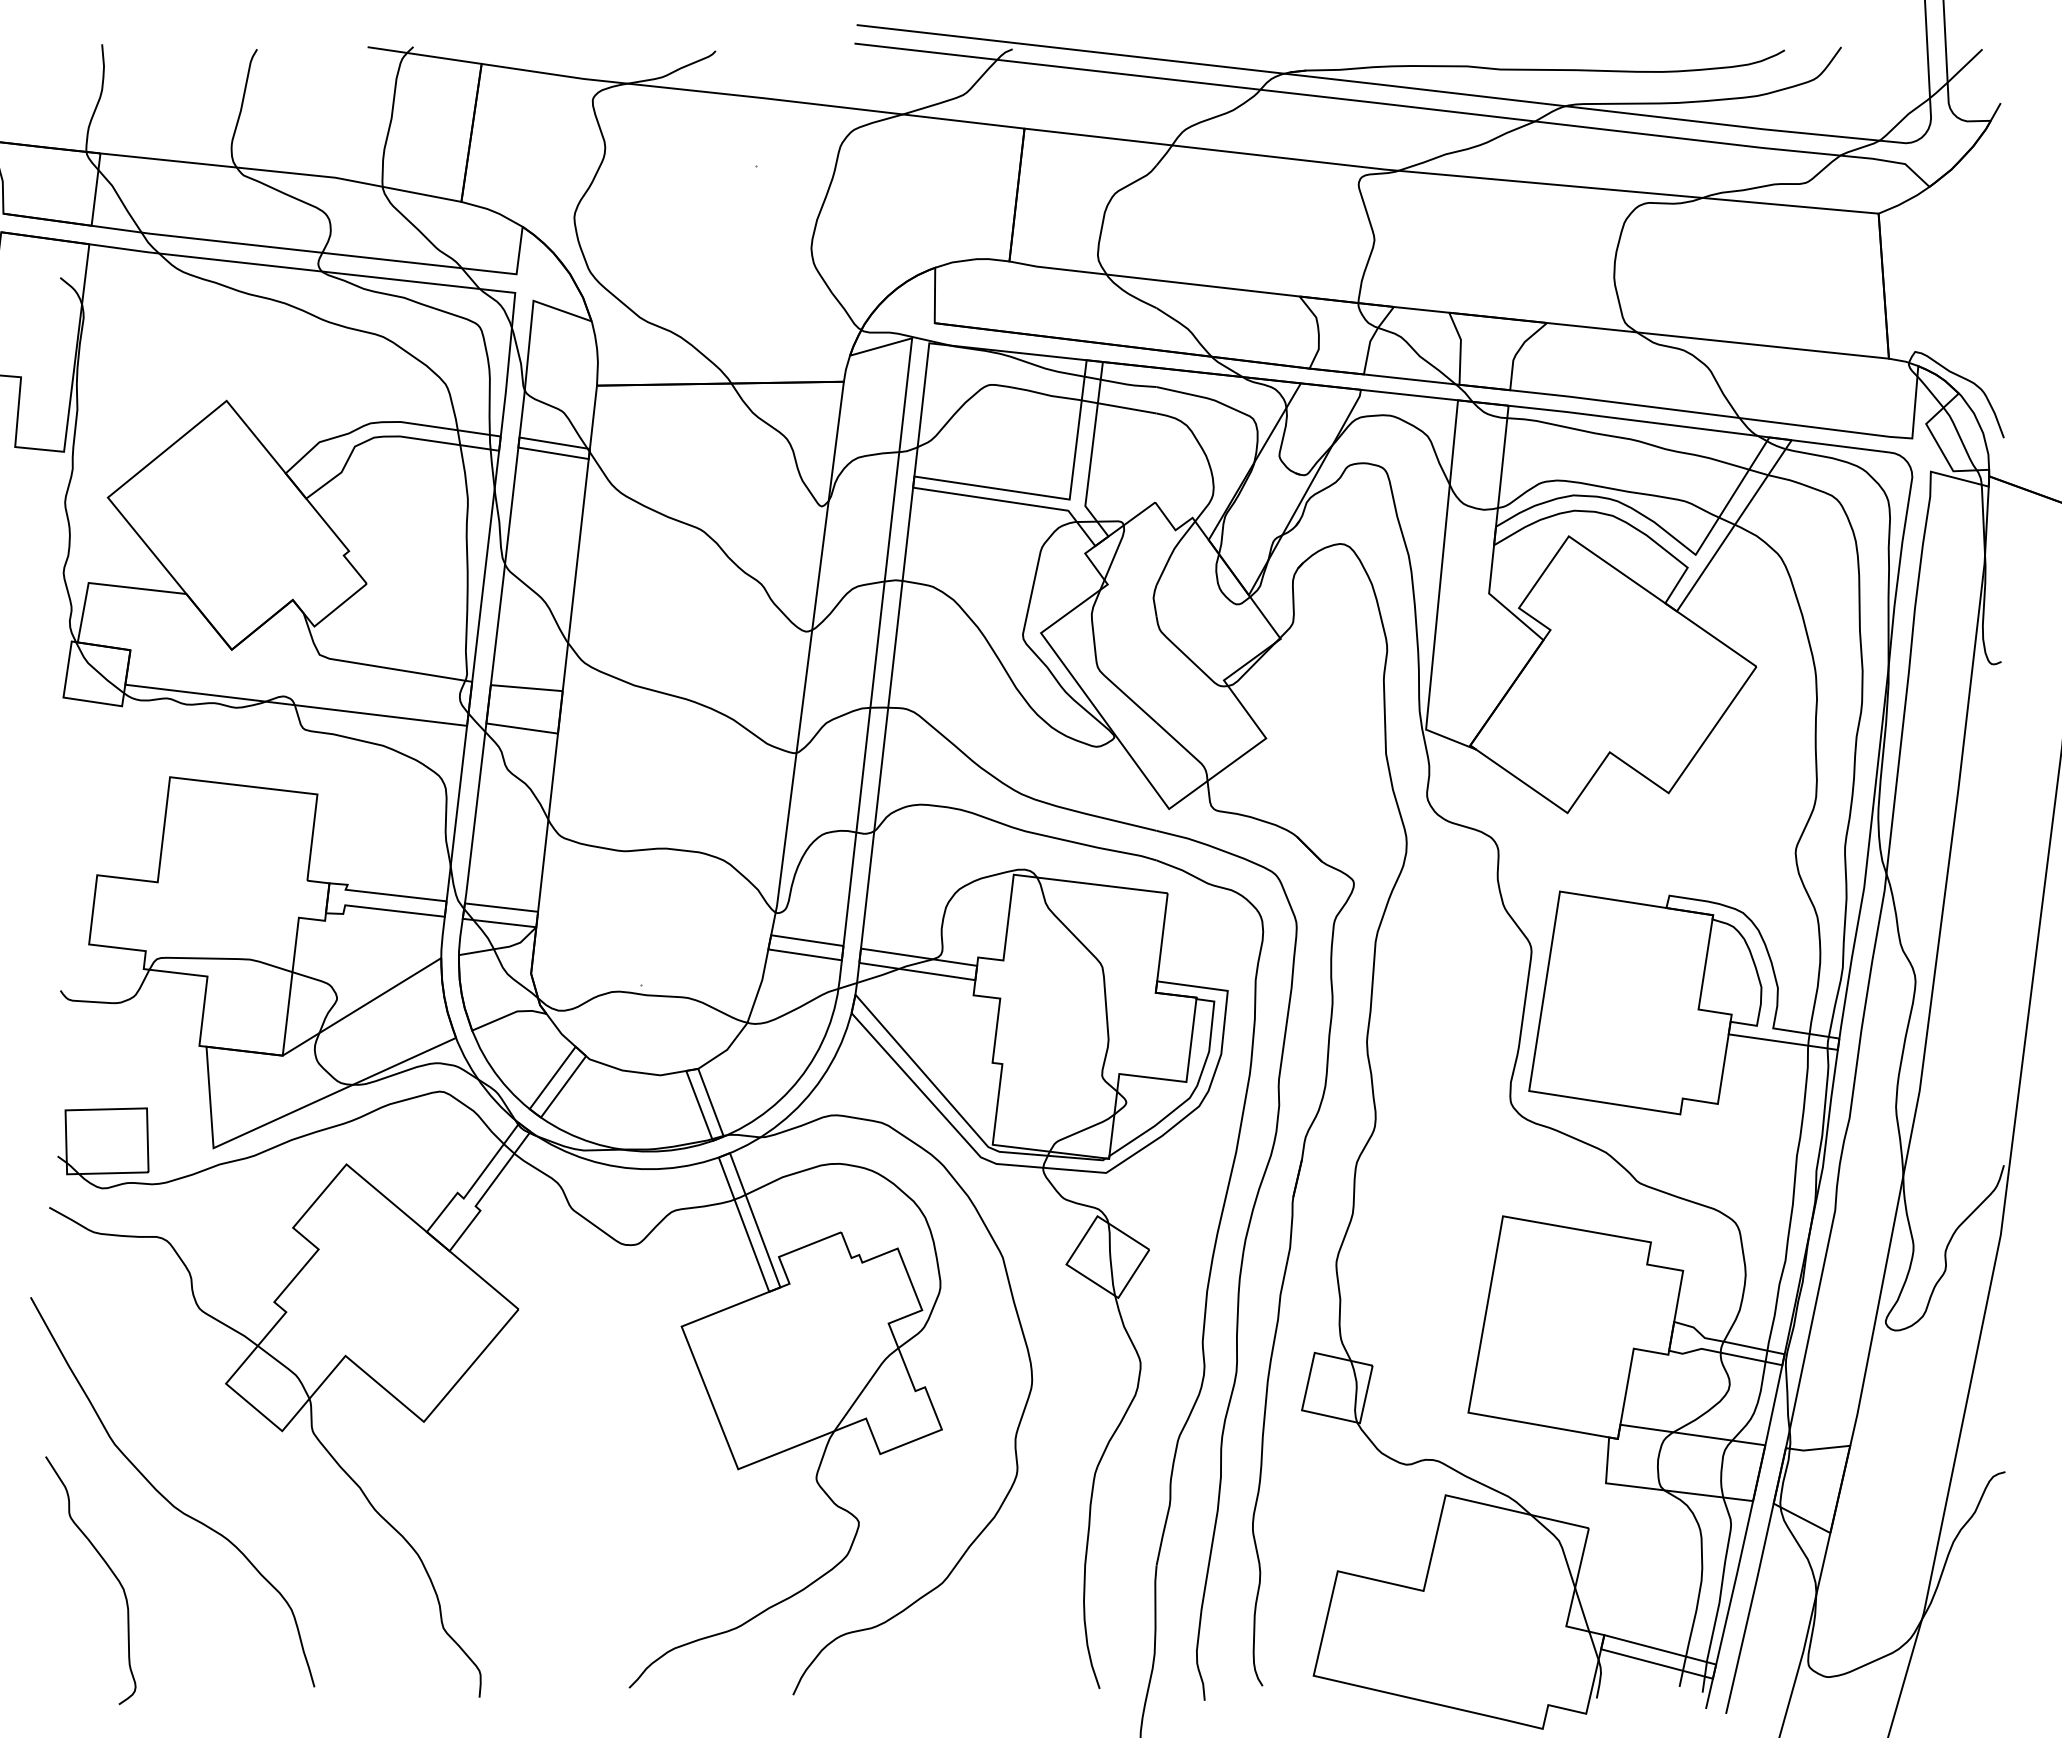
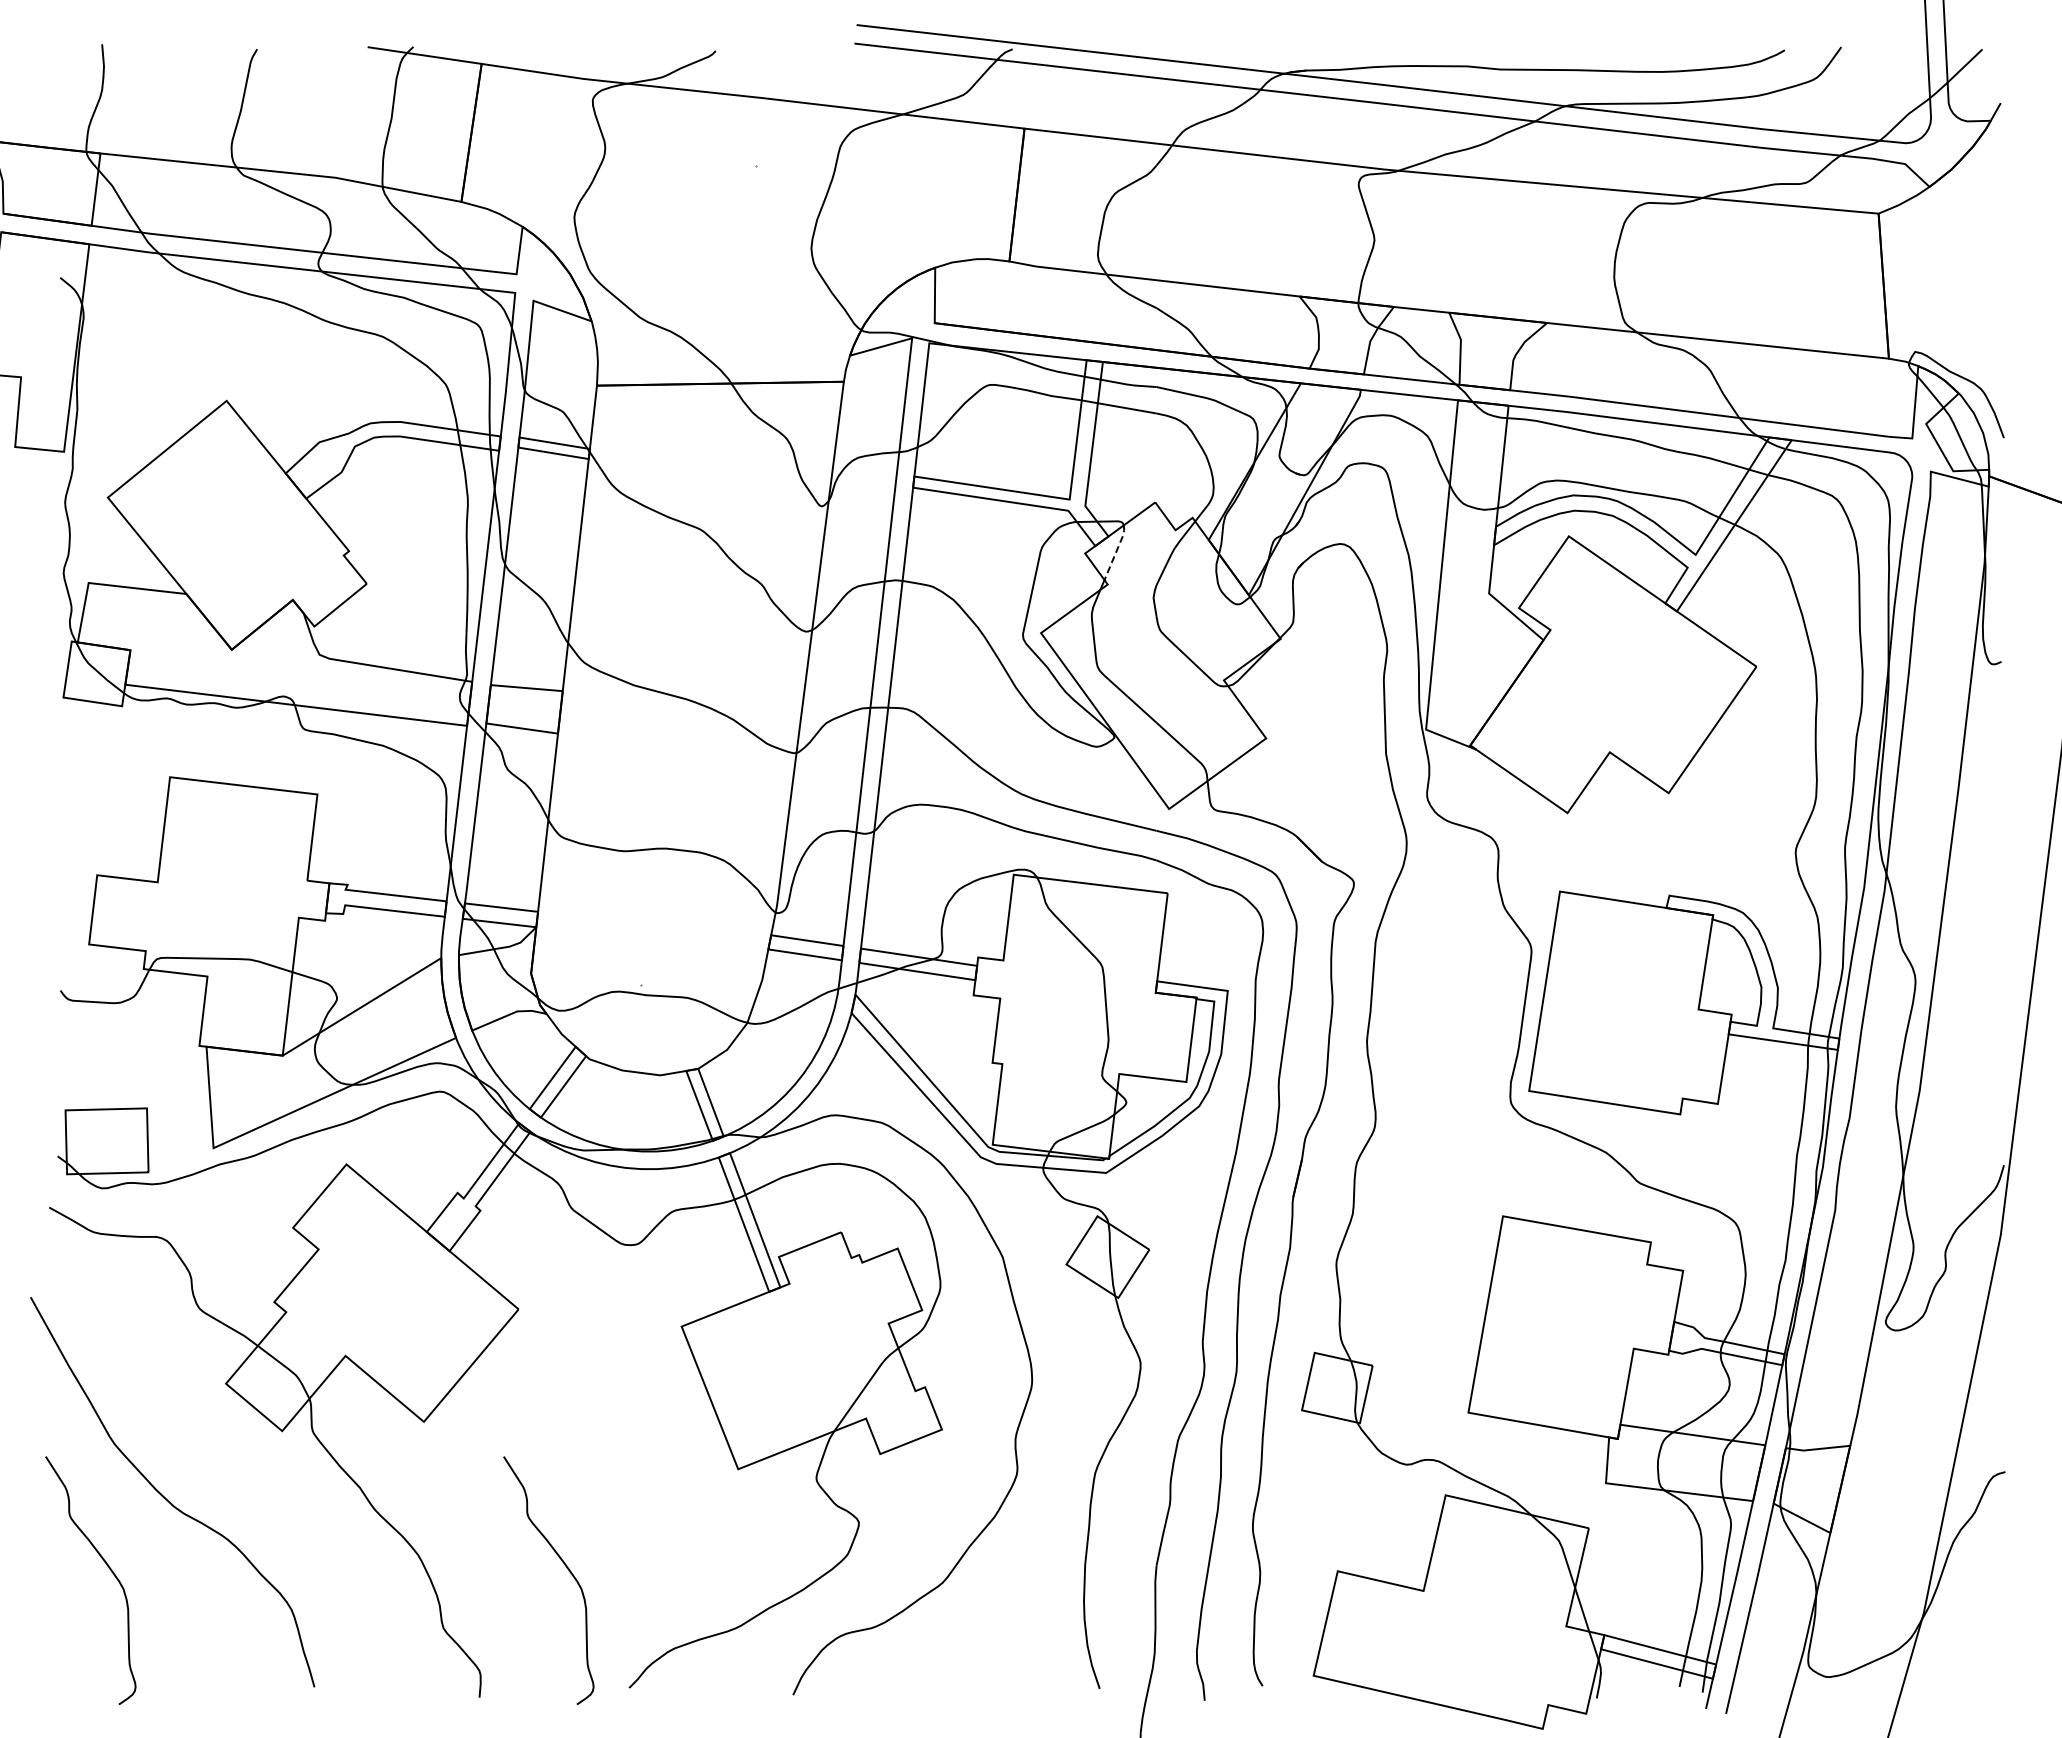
line at (1116, 551): solid -> dashed
curve at (566, 1568): none -> present
